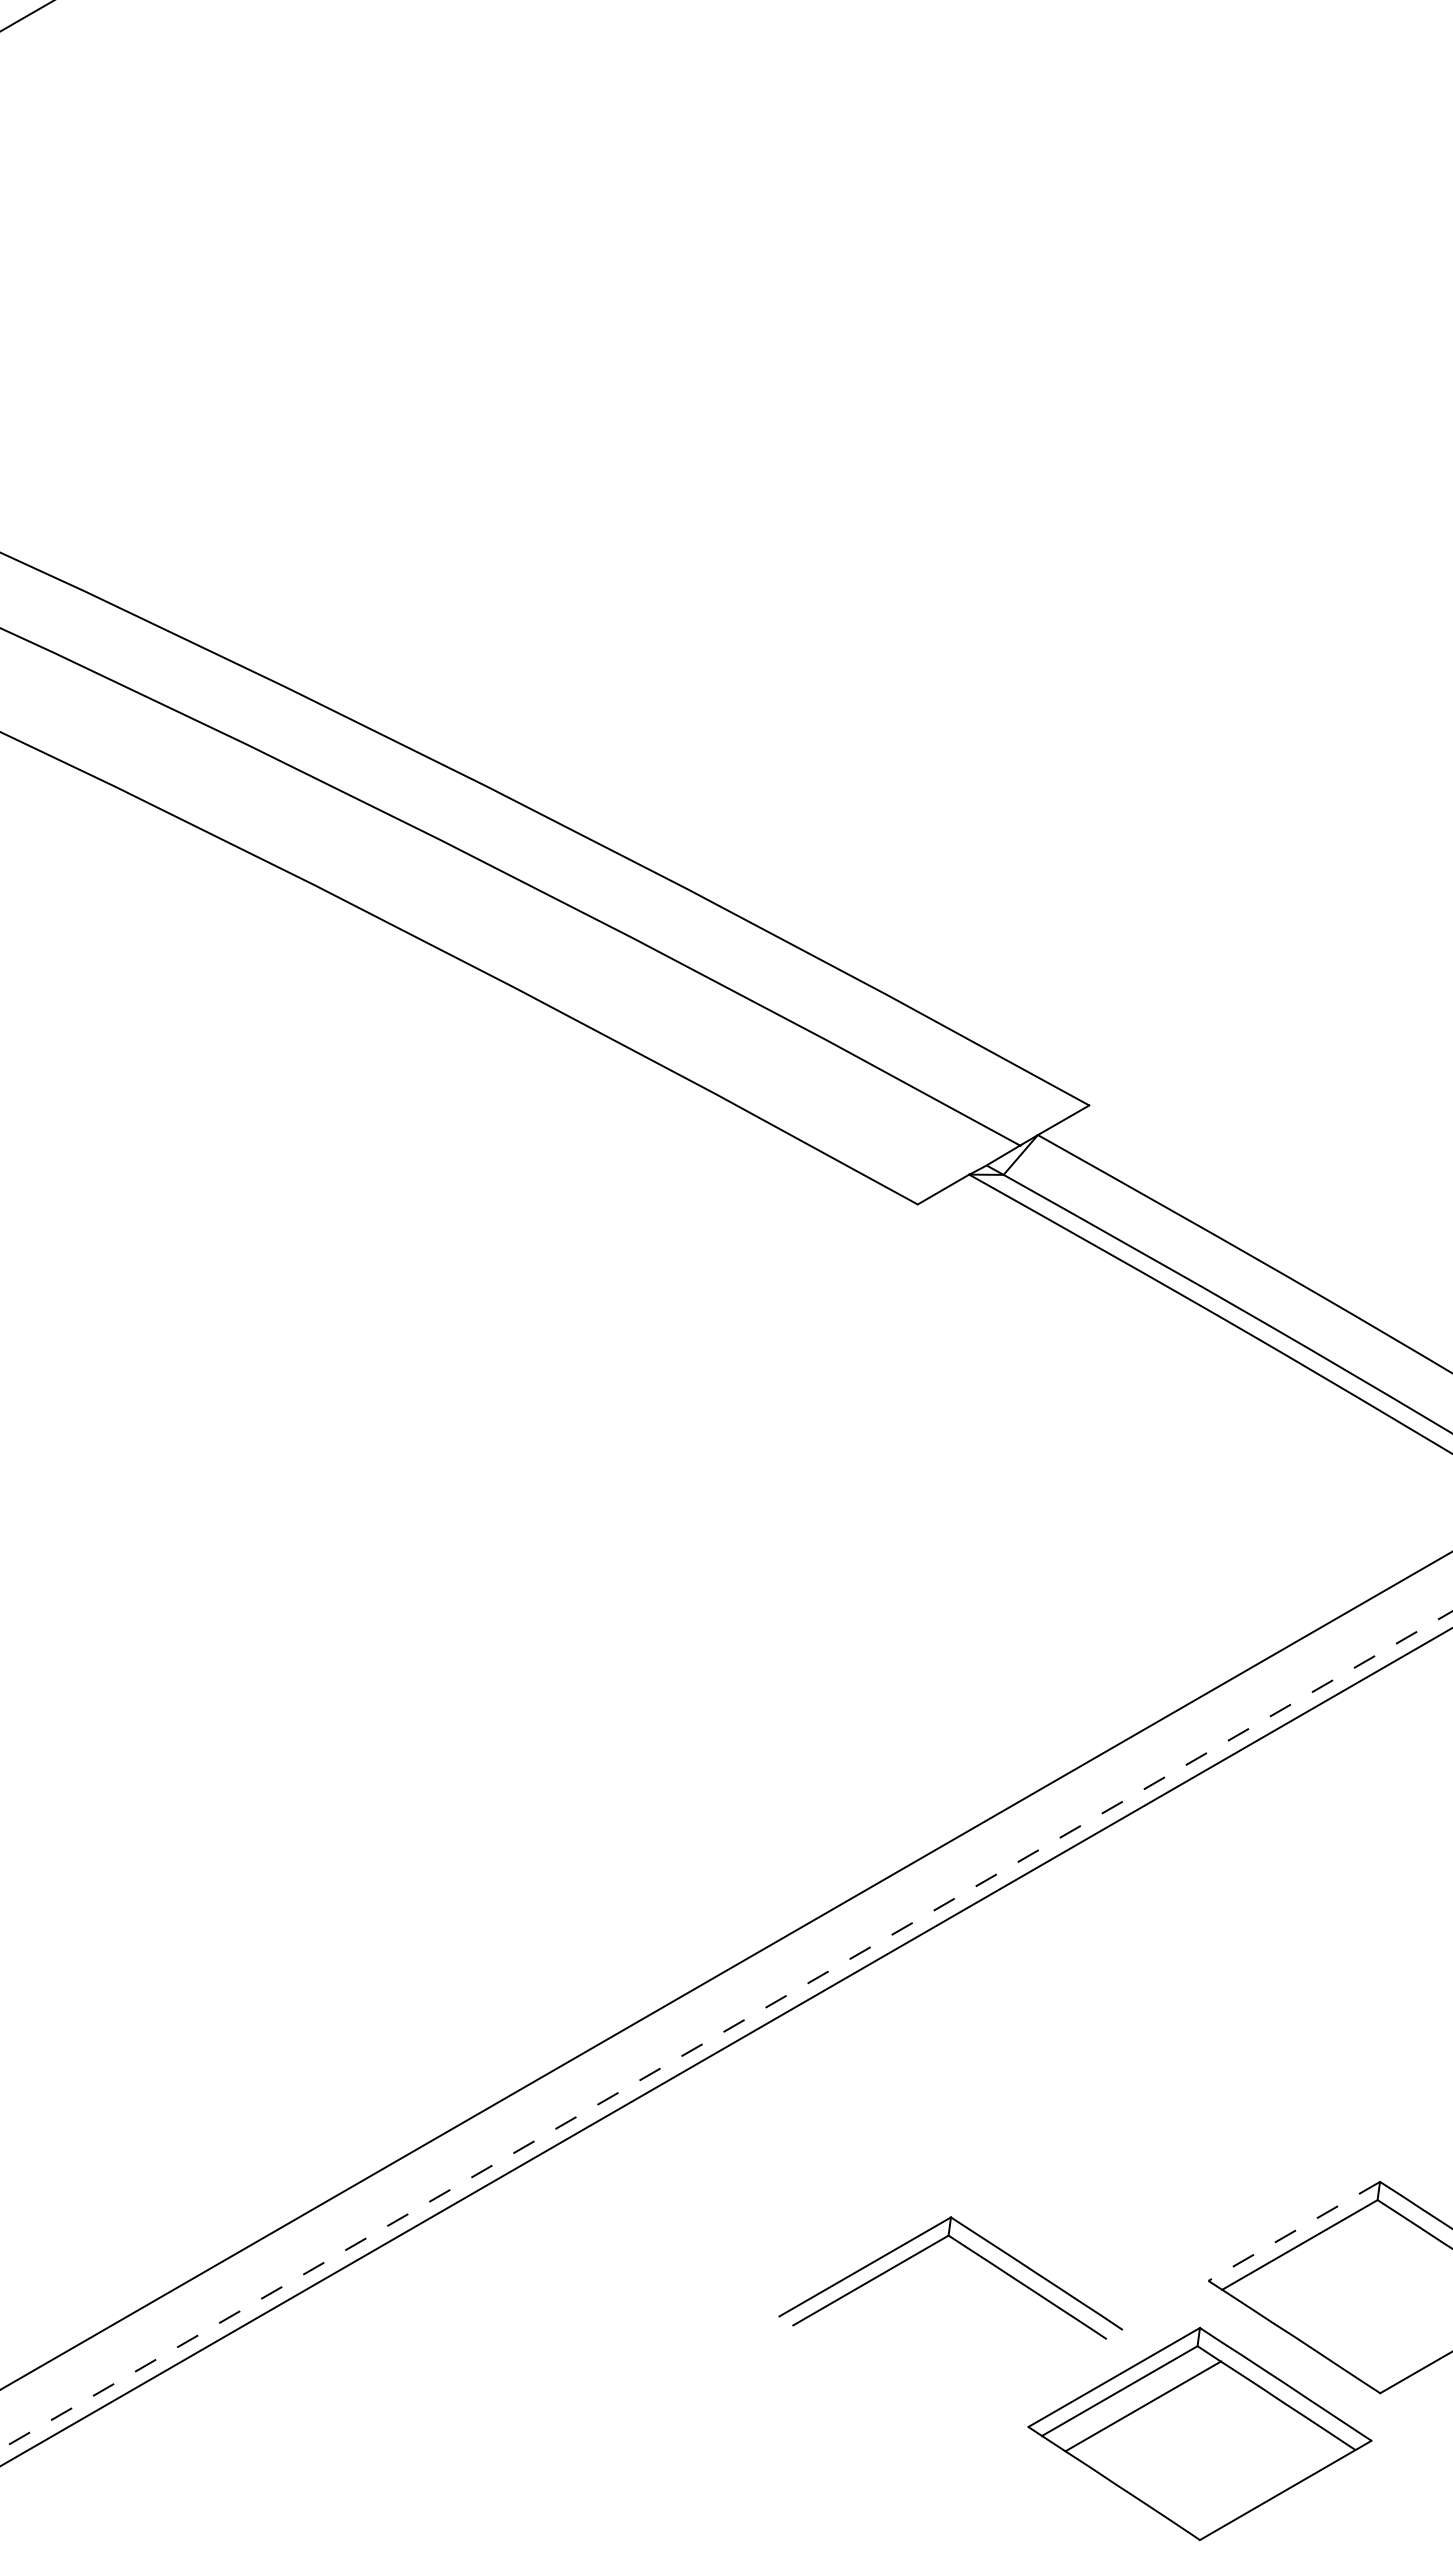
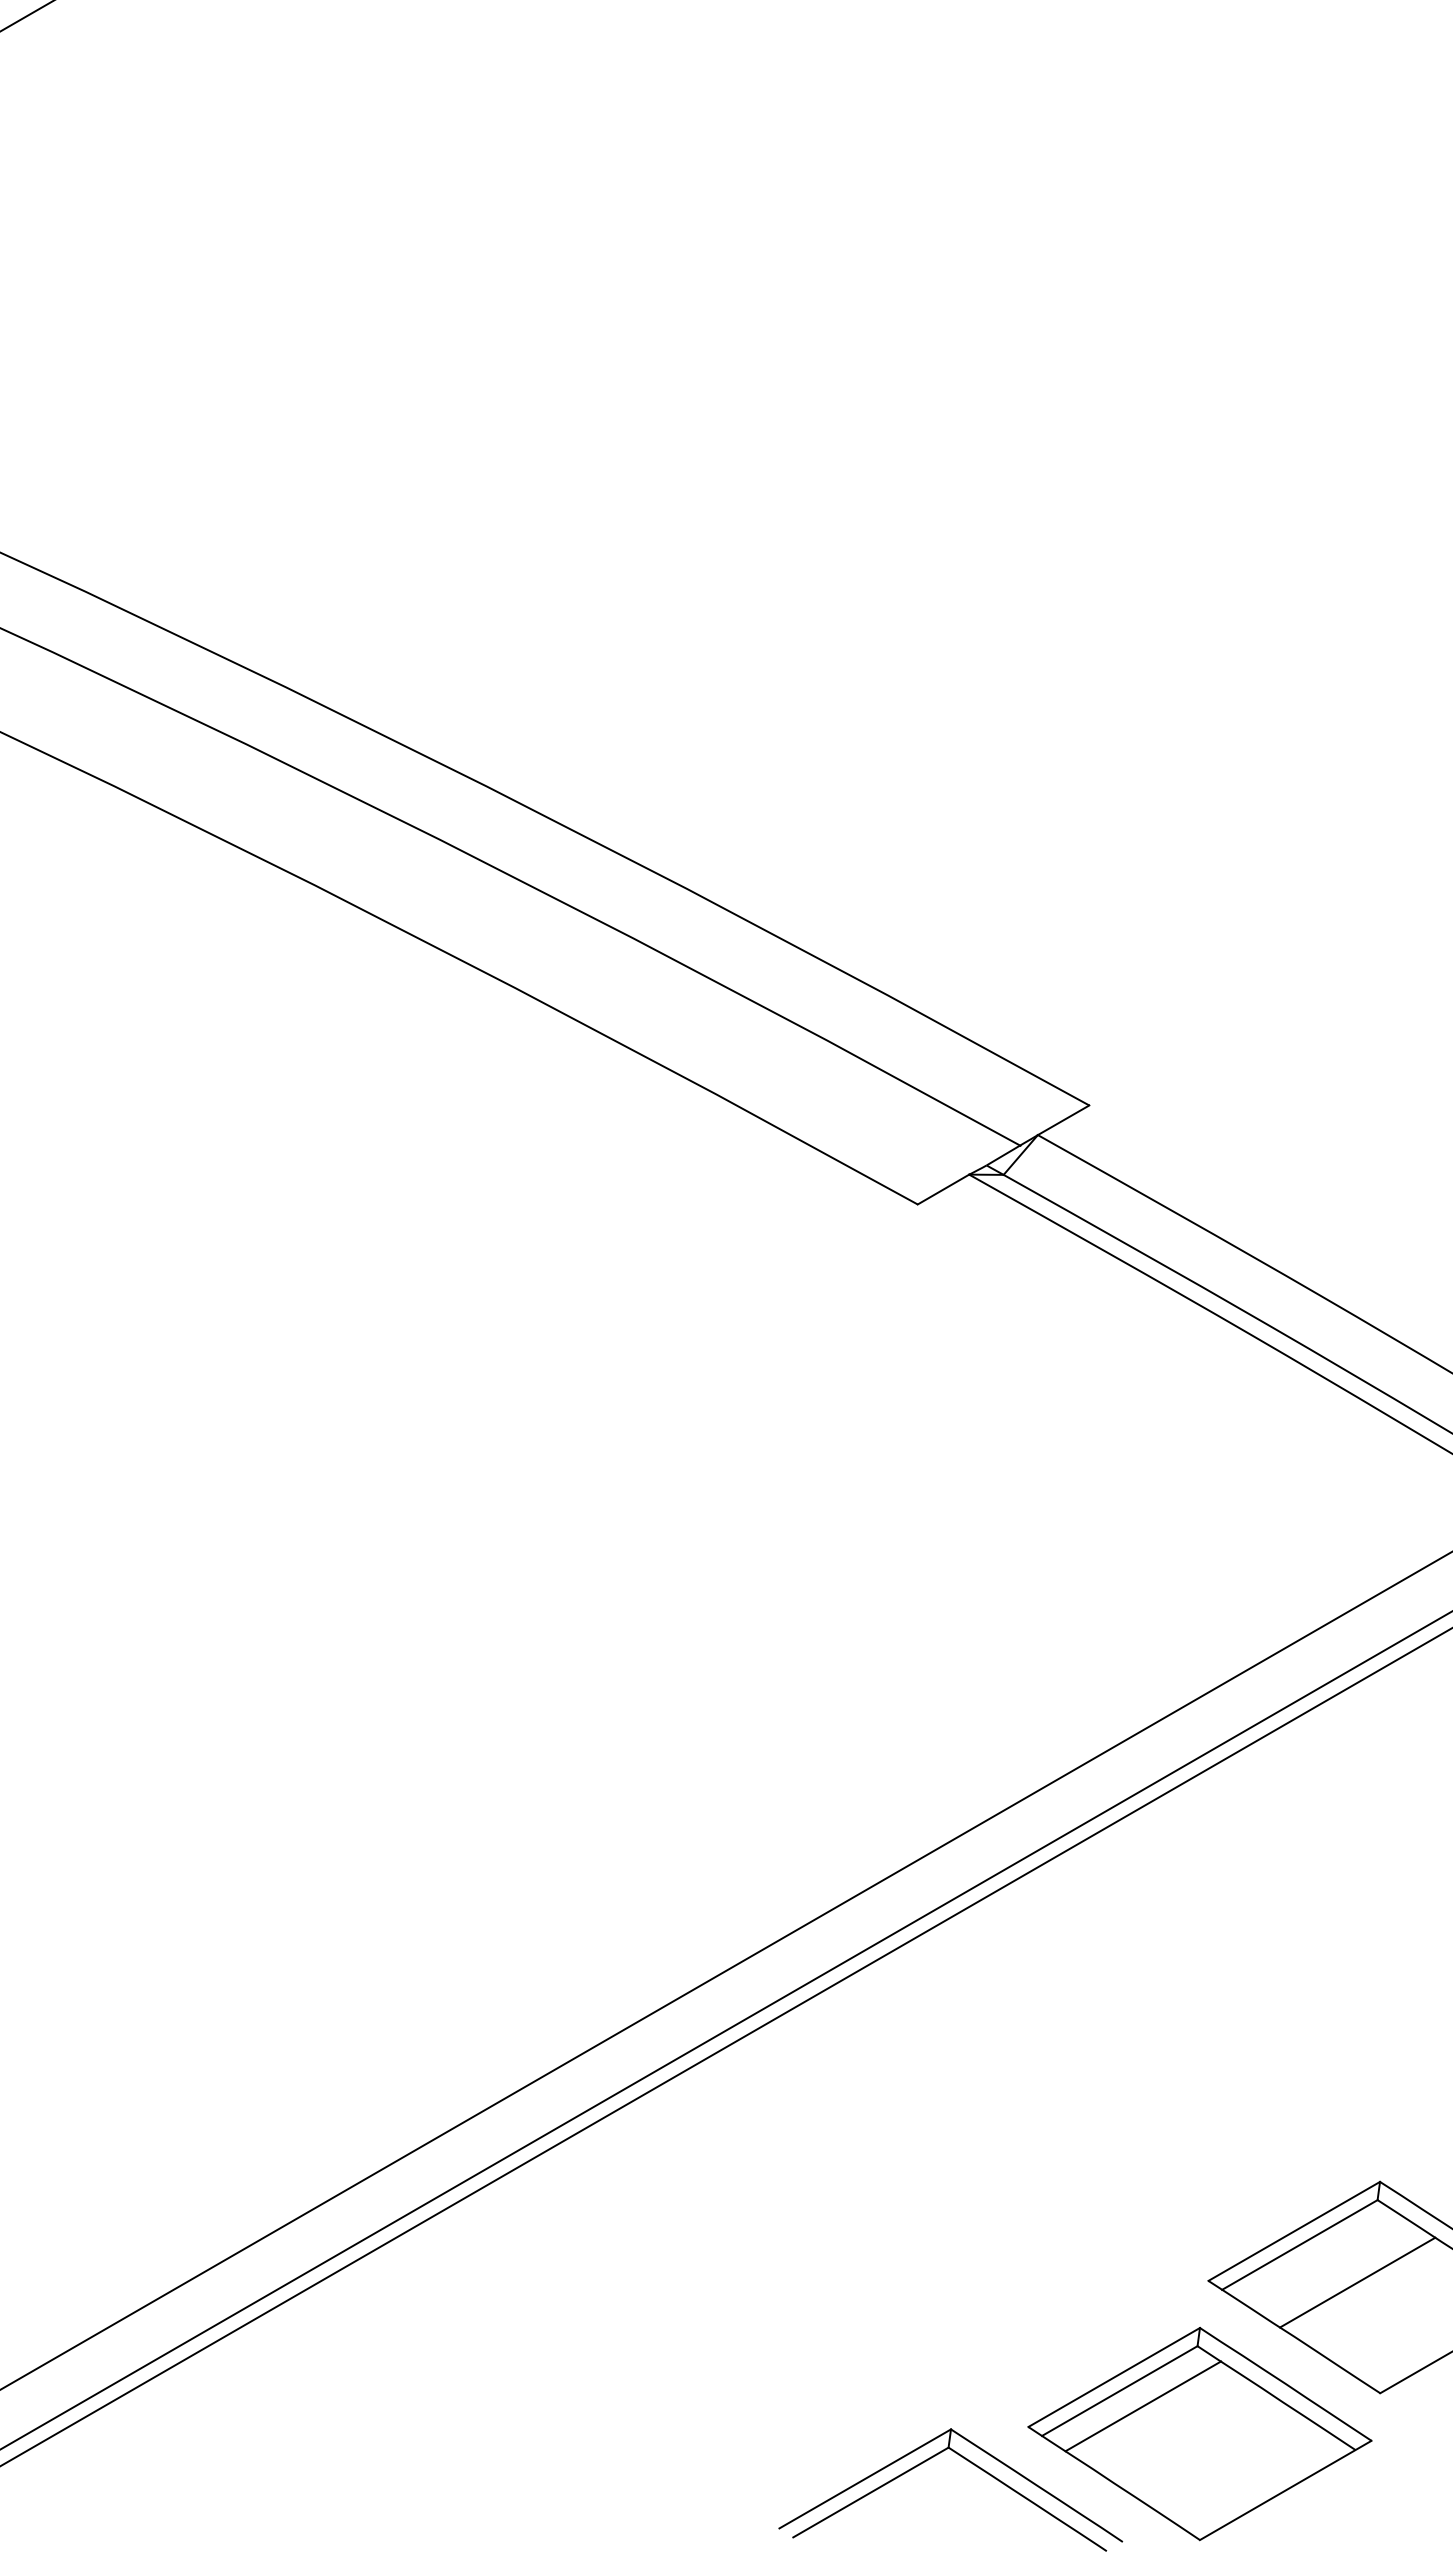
line at (727, 2030): dashed -> solid
line at (1293, 2231): dashed -> solid
part at (967, 2249) position: (967, 2249) -> (967, 2461)
line at (1357, 2282): none -> present
